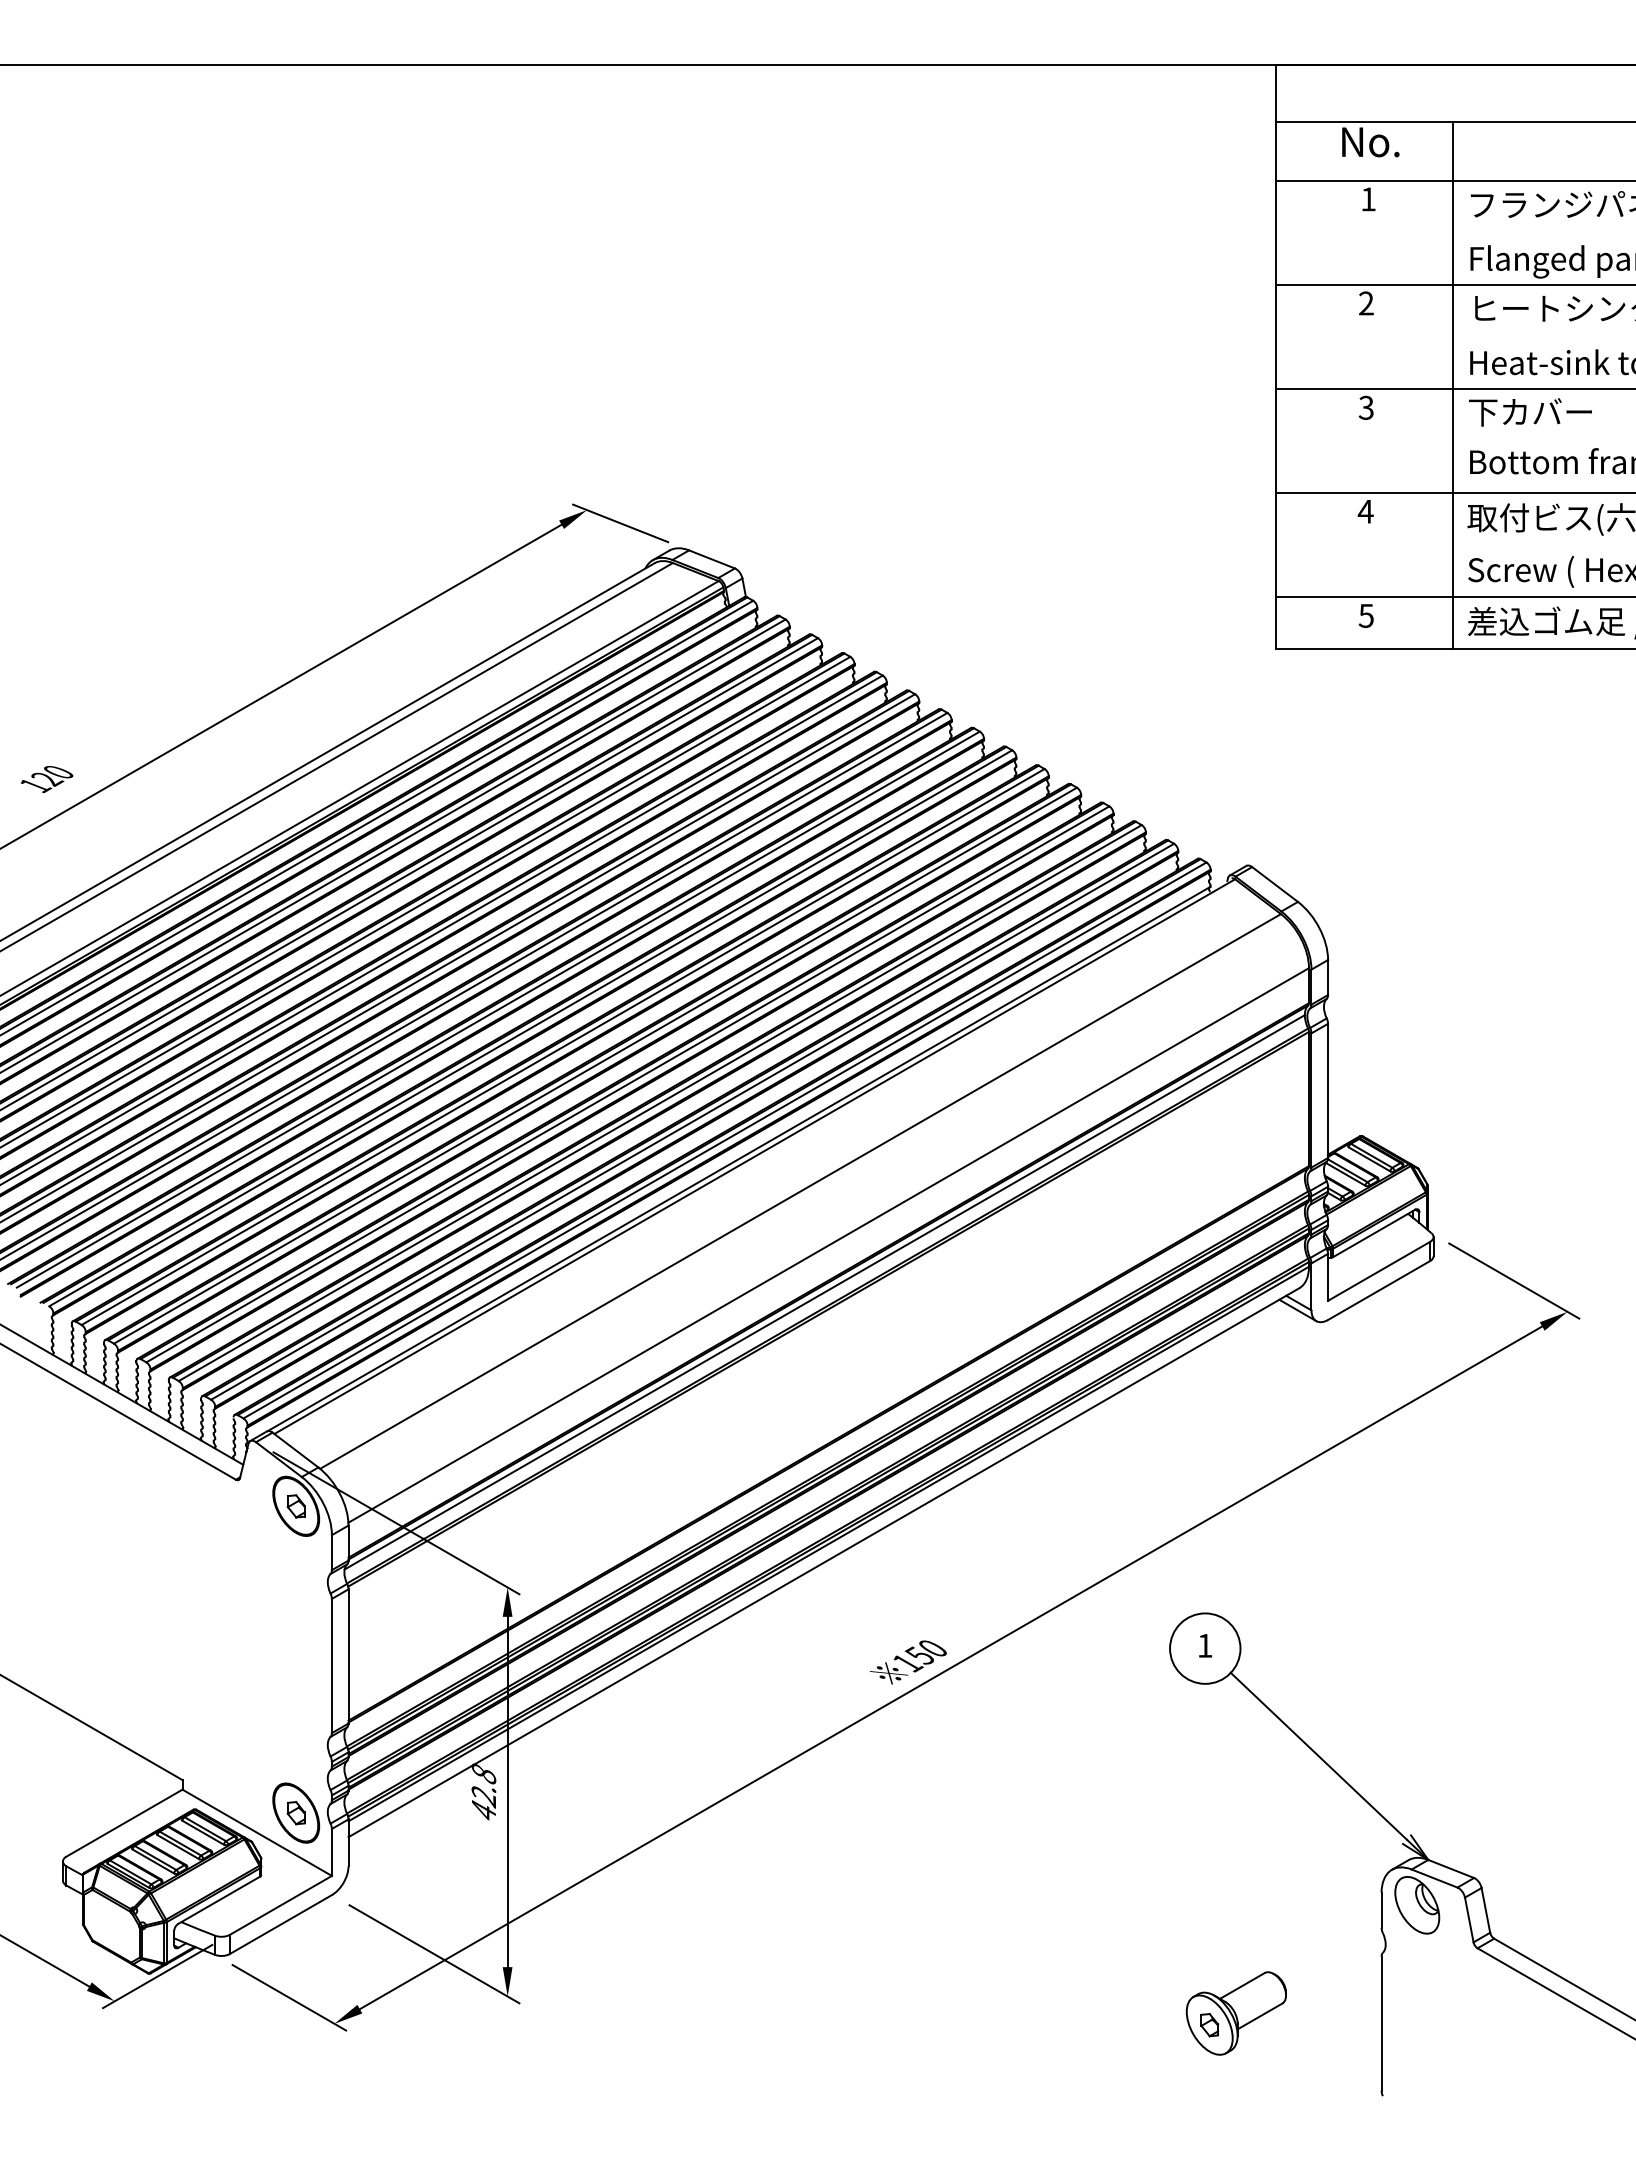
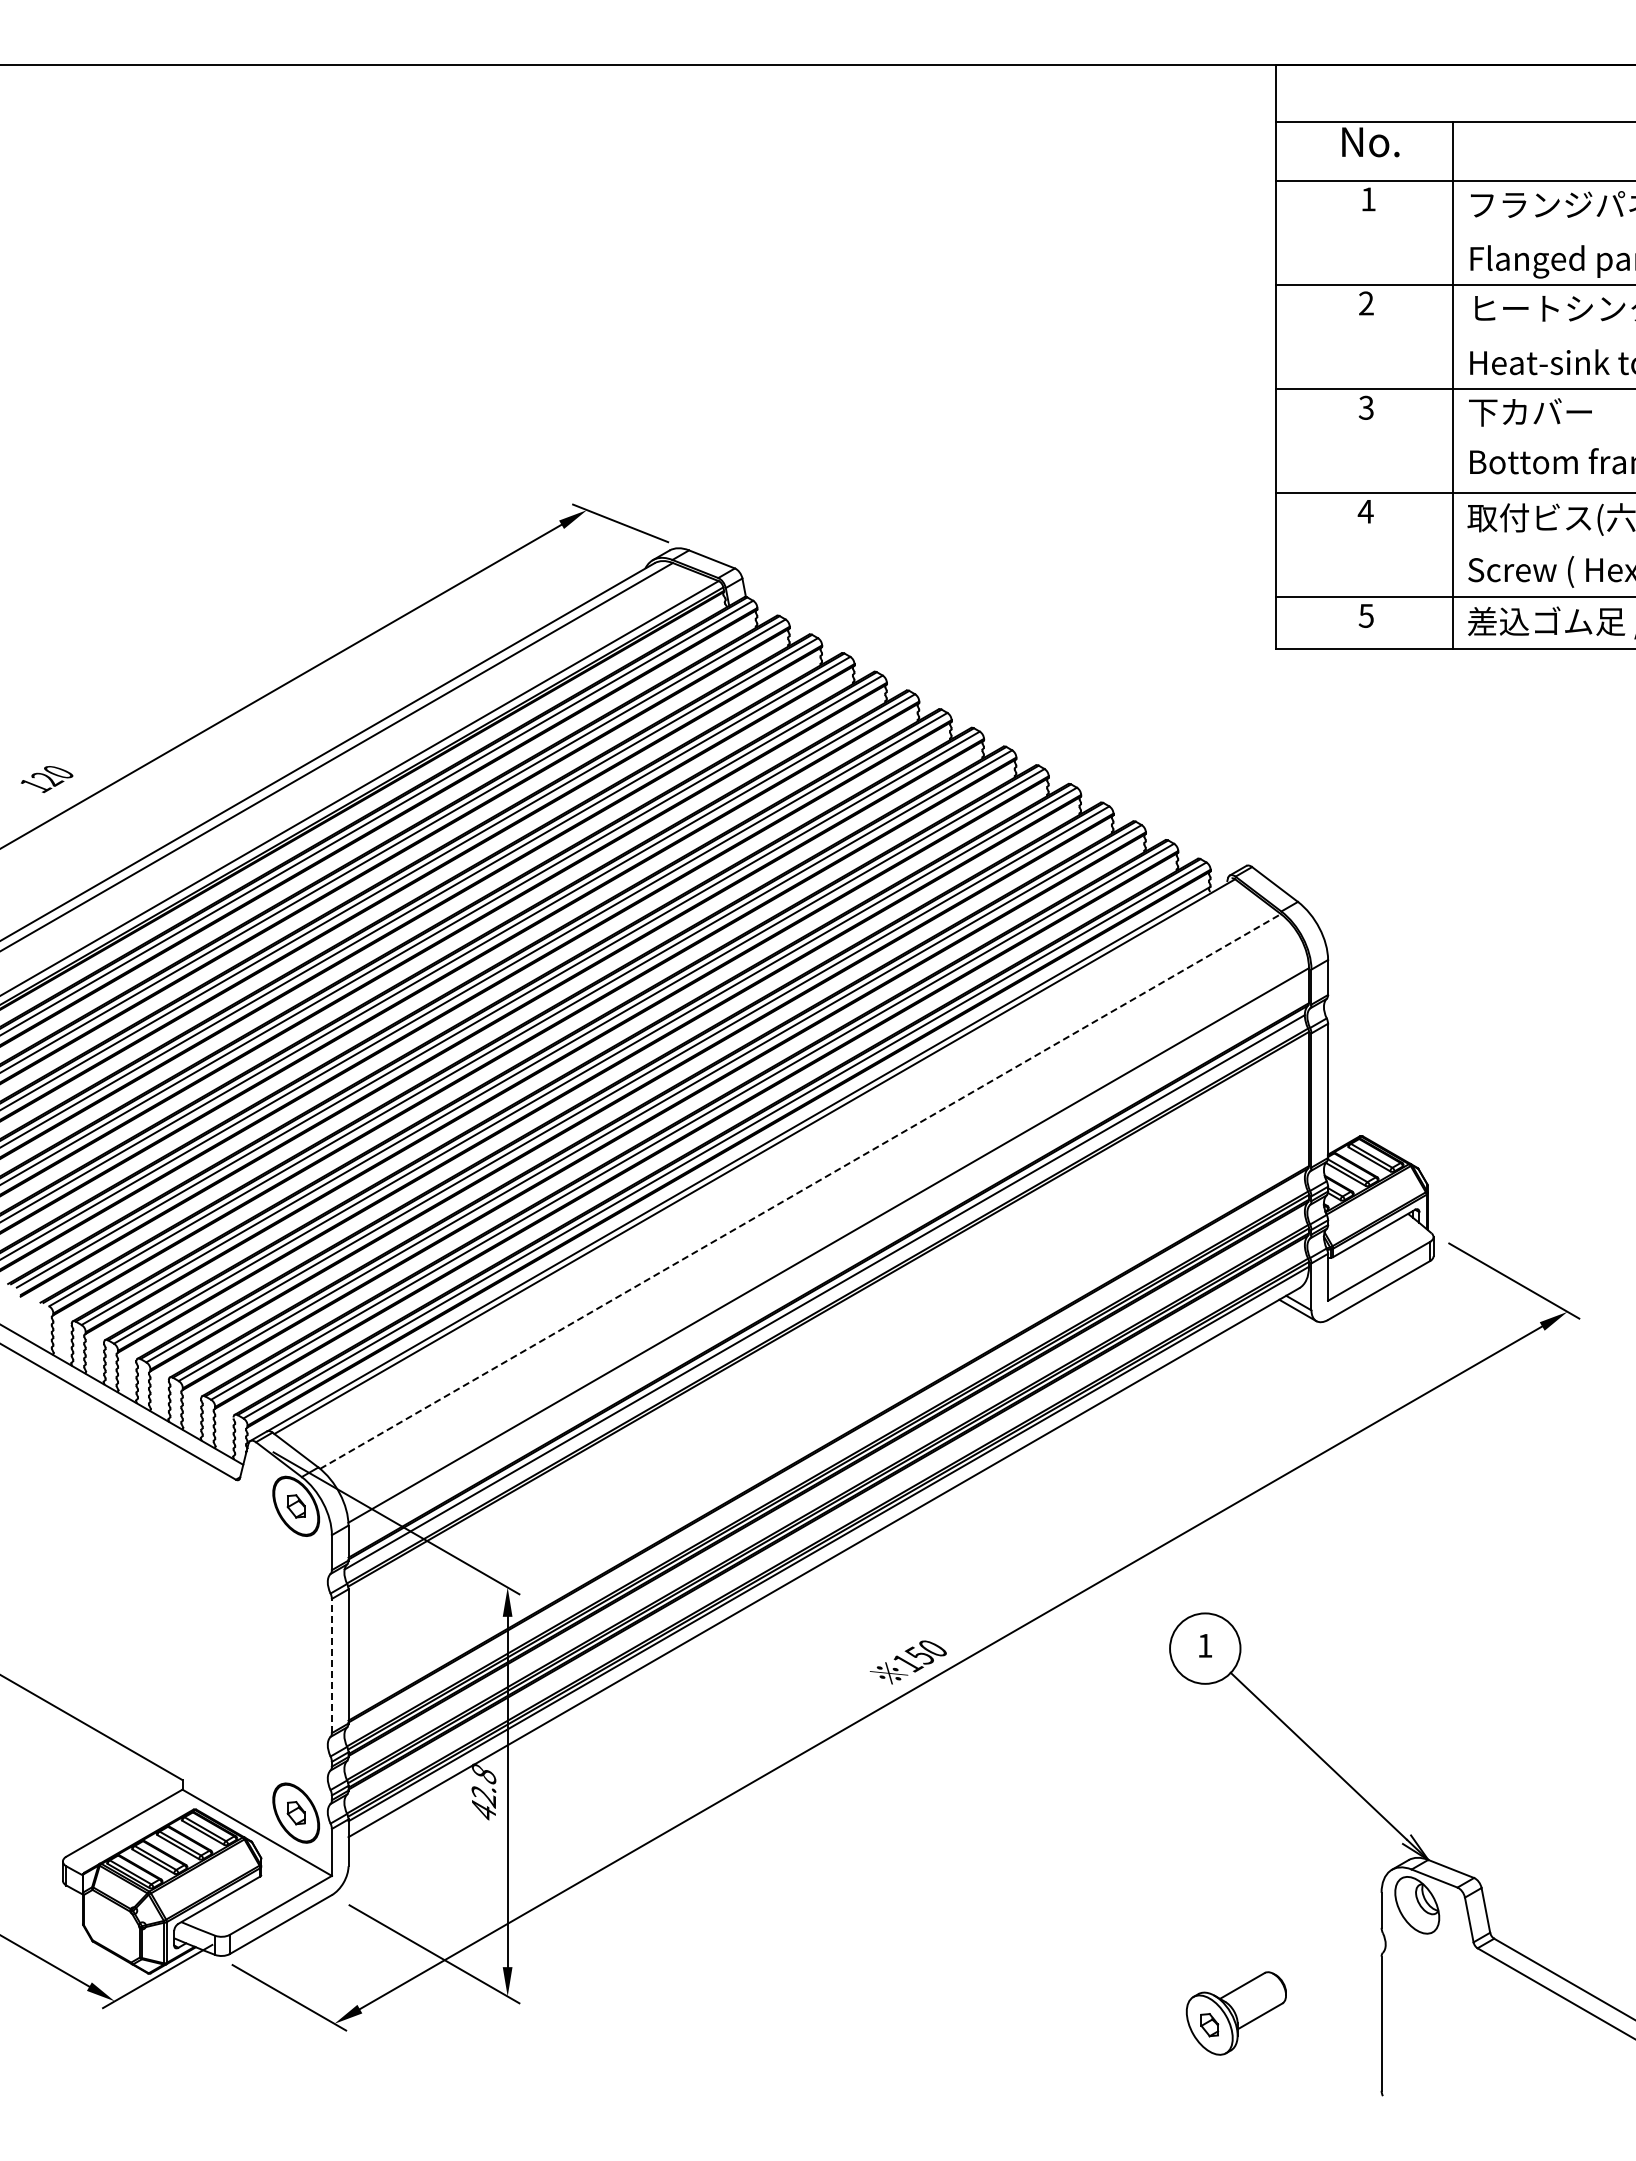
line at (800, 1191): solid -> dashed
line at (331, 1665): solid -> dashed
